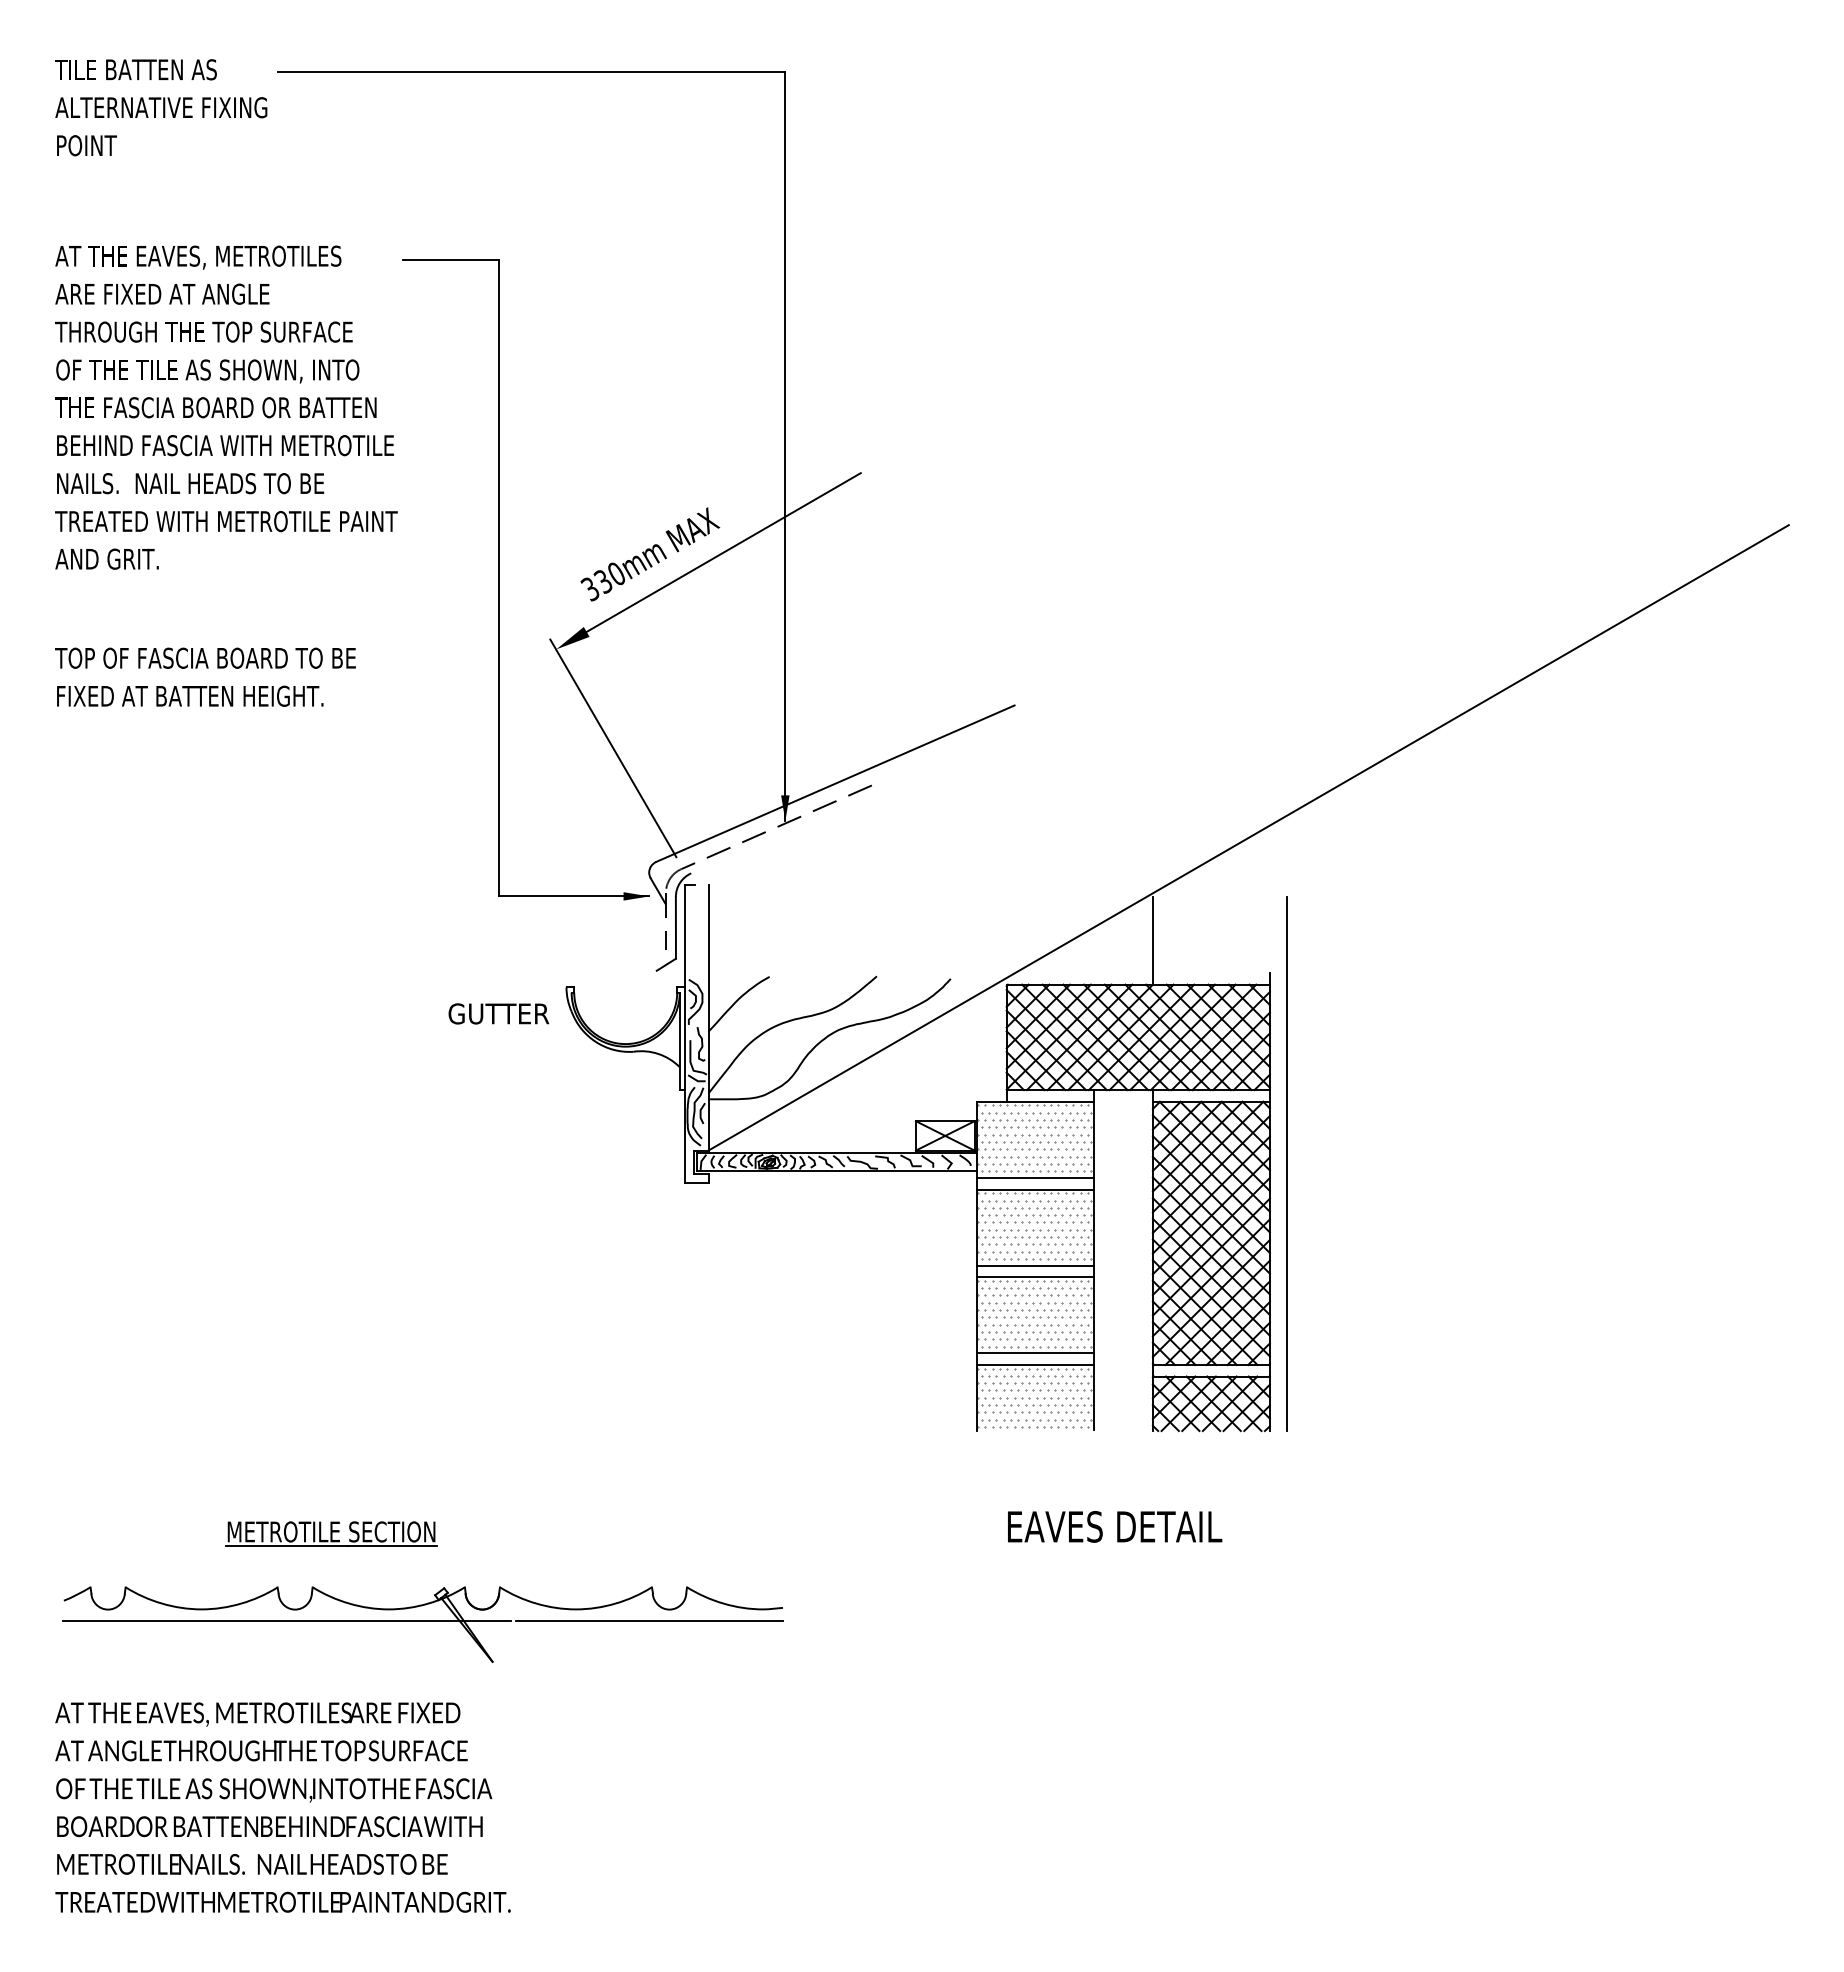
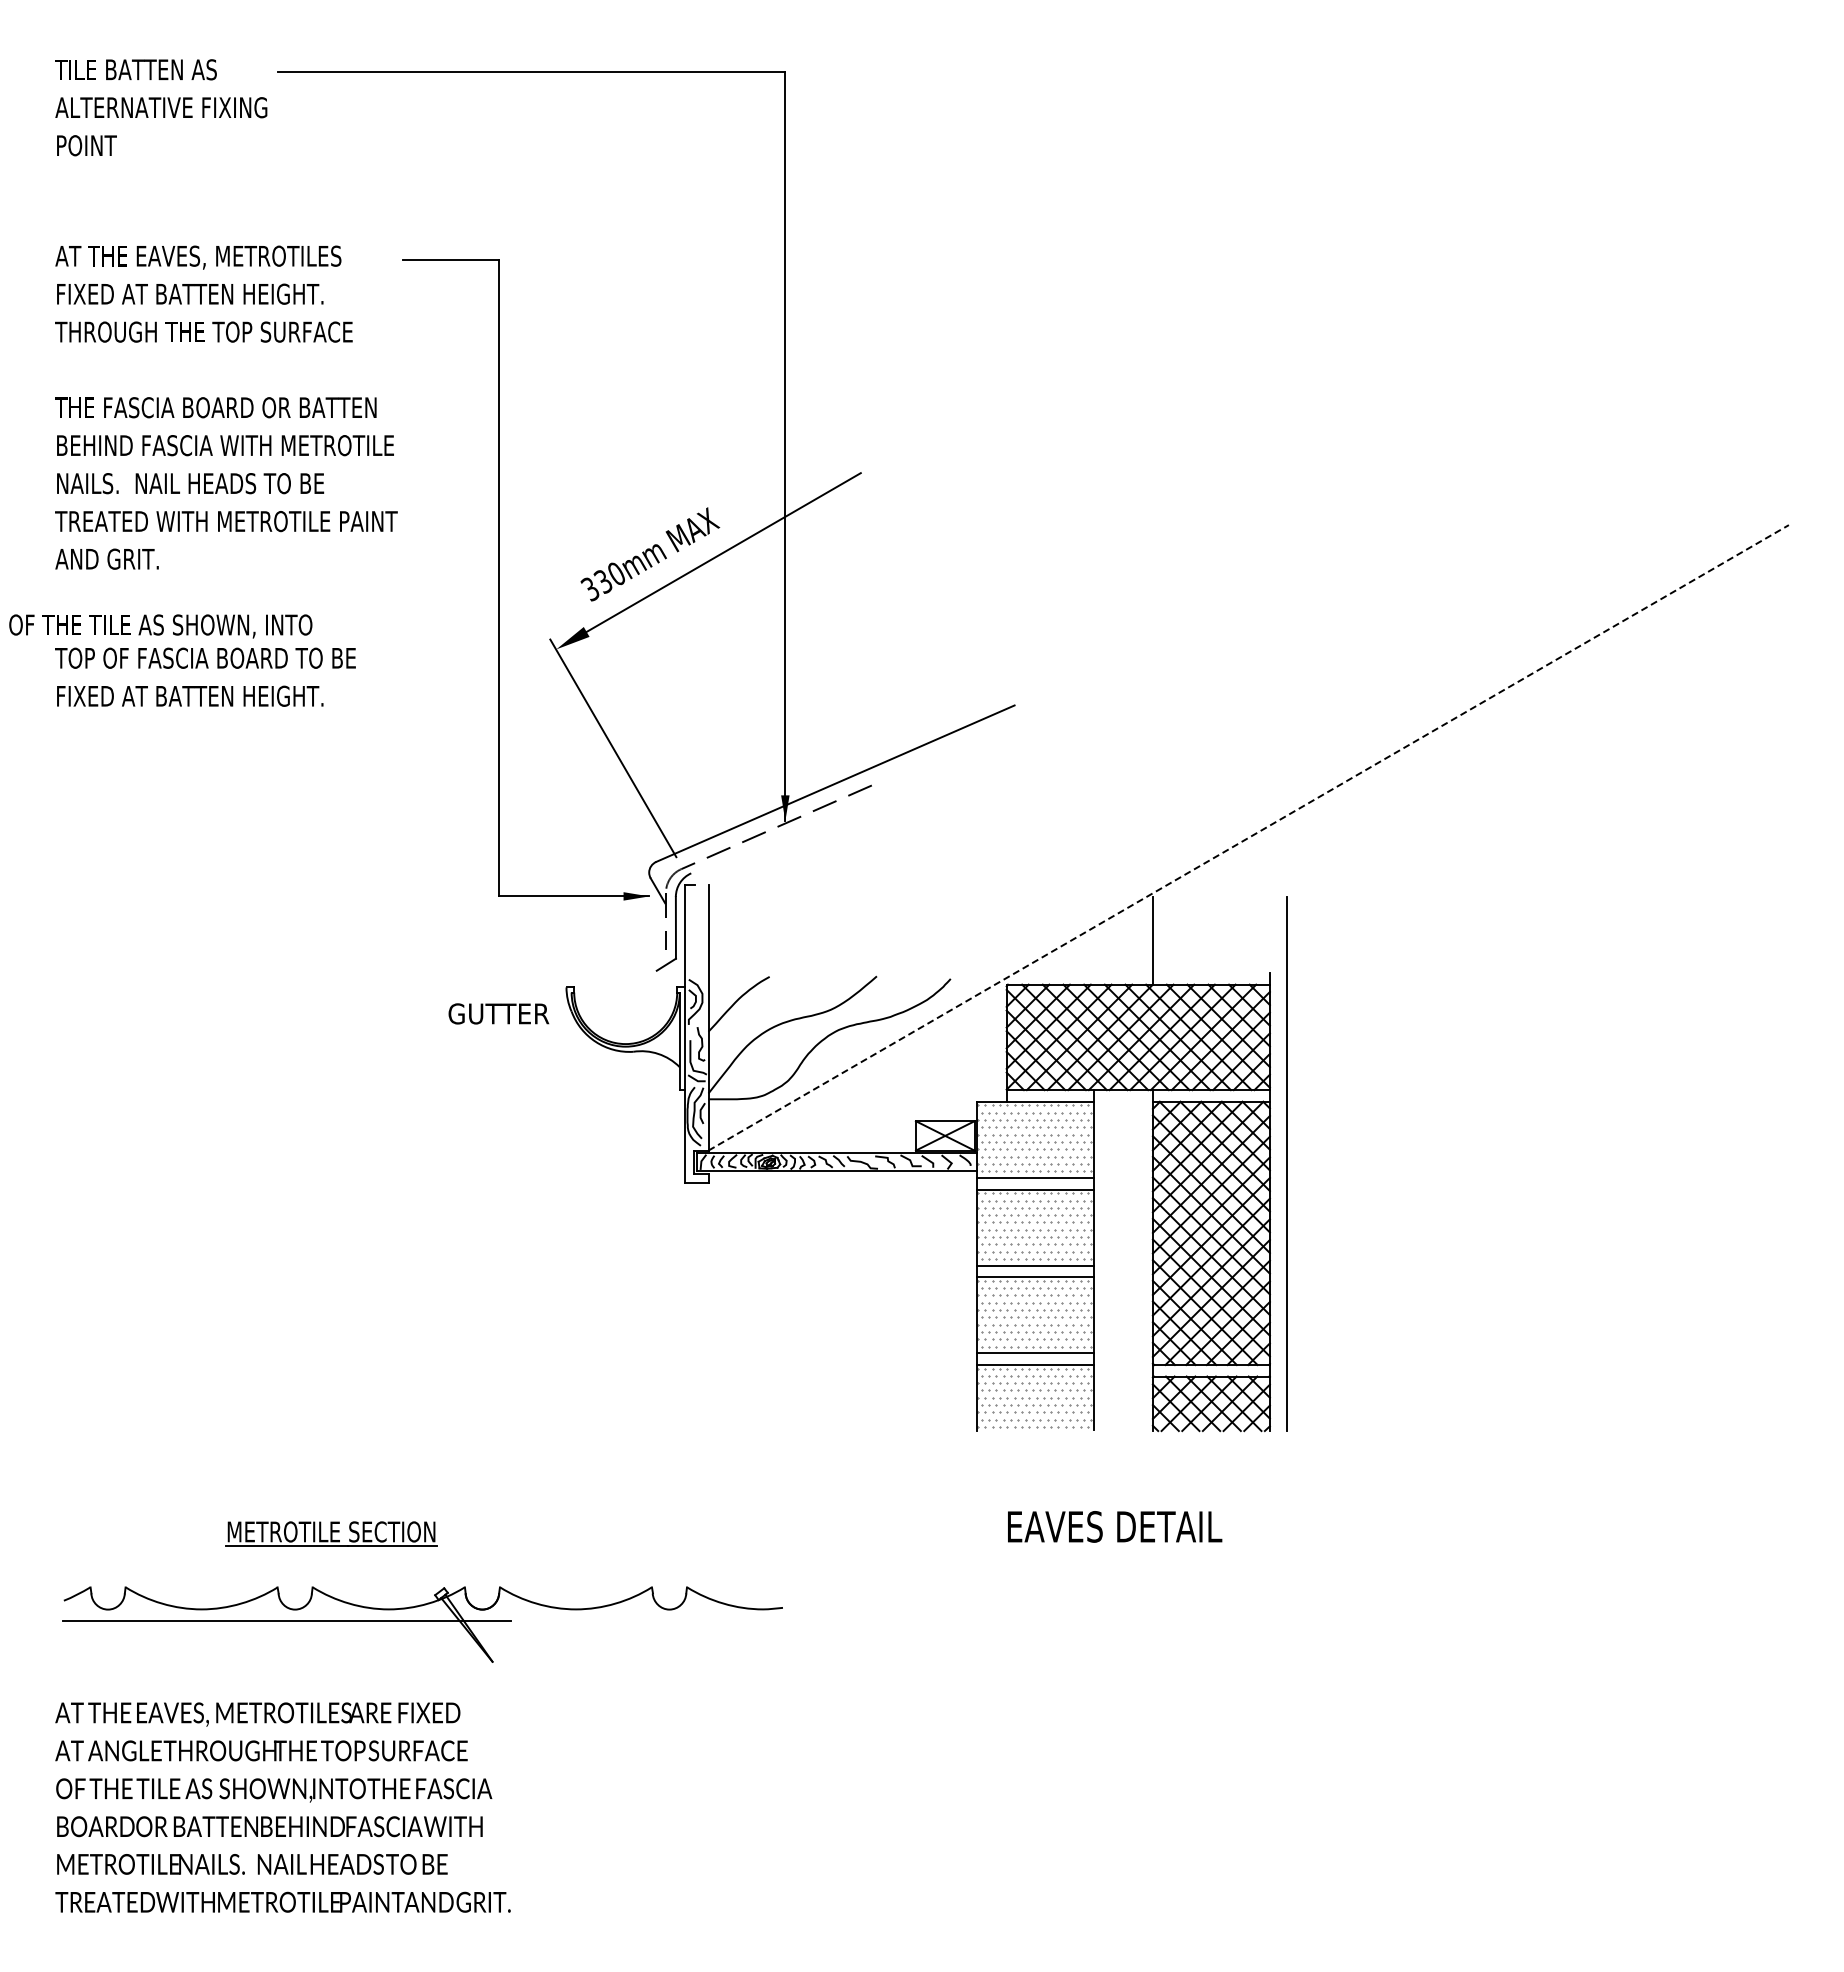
text at (189, 293): ARE FIXED AT ANGLE -> FIXED AT BATTEN HEIGHT.
text at (207, 371) position: (207, 371) -> (160, 626)
line at (1249, 837): solid -> dashed
line at (649, 1621): present -> none
